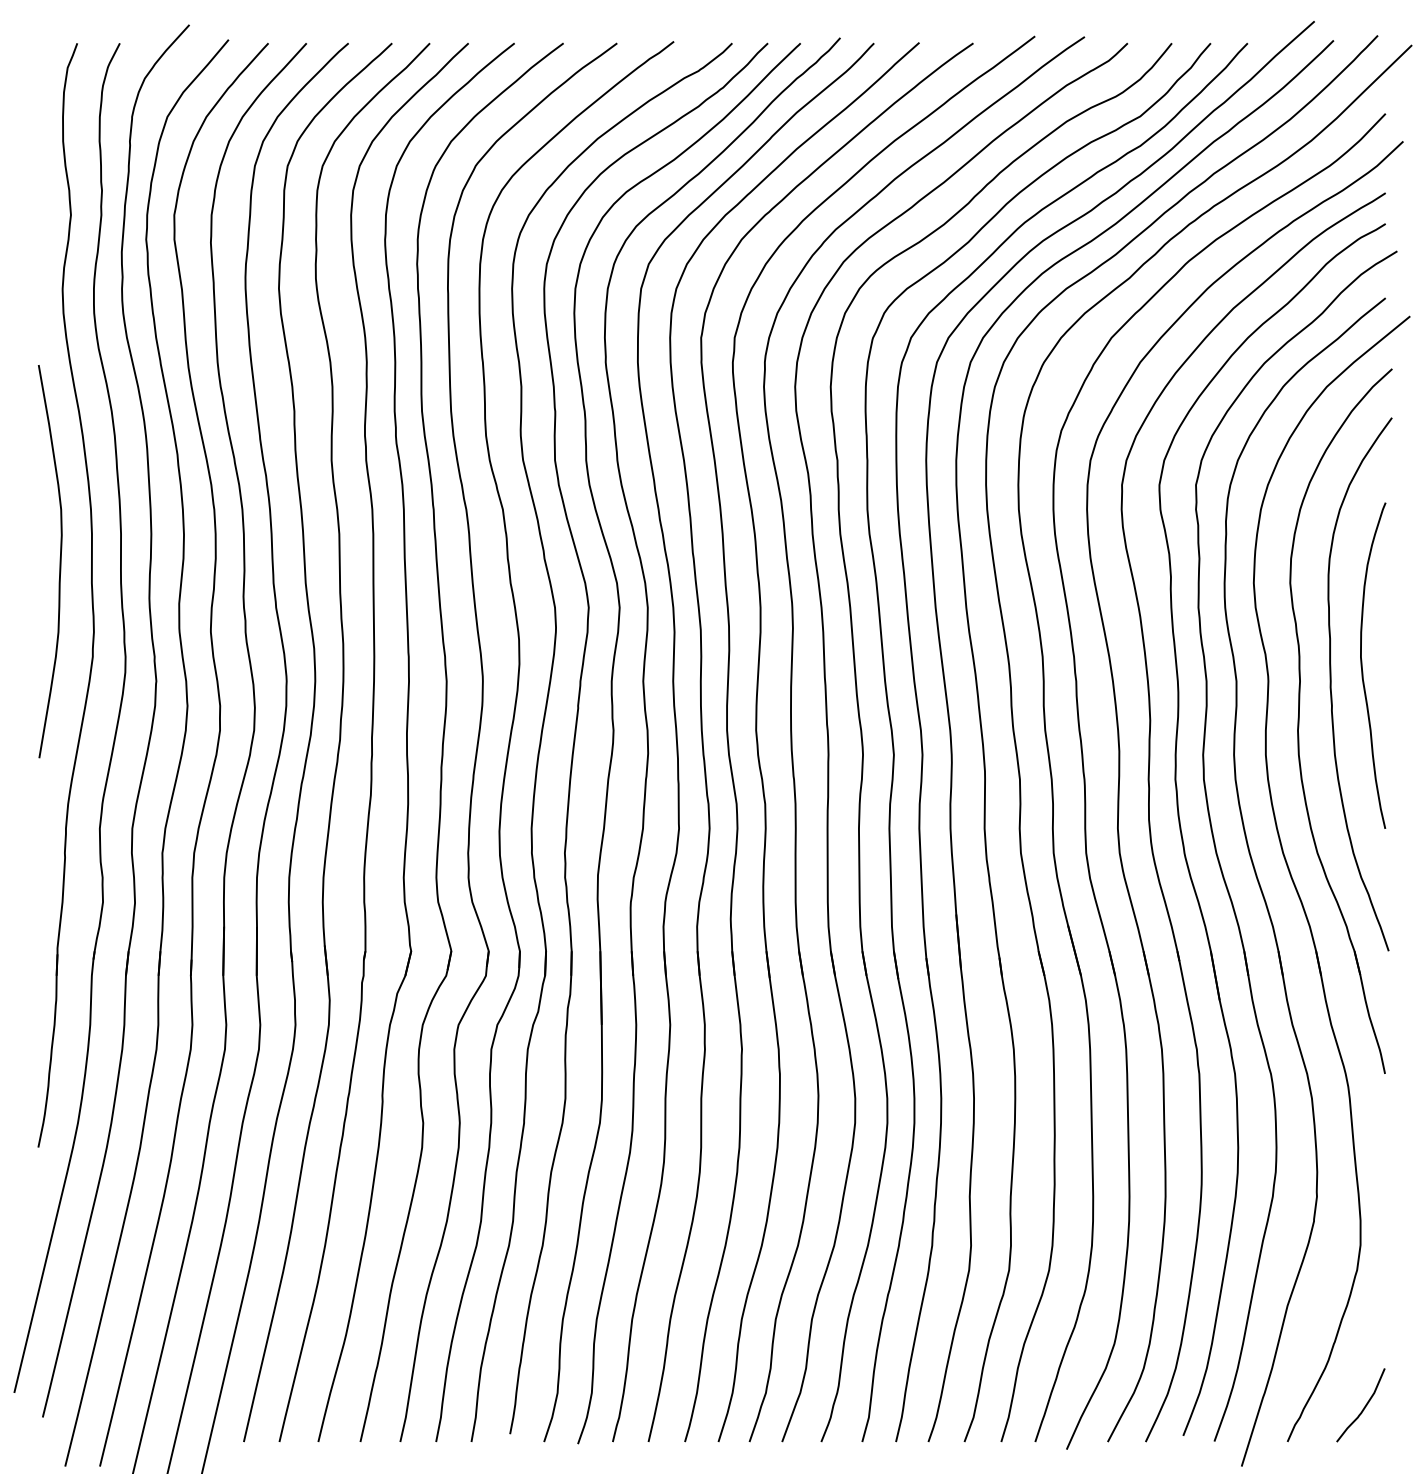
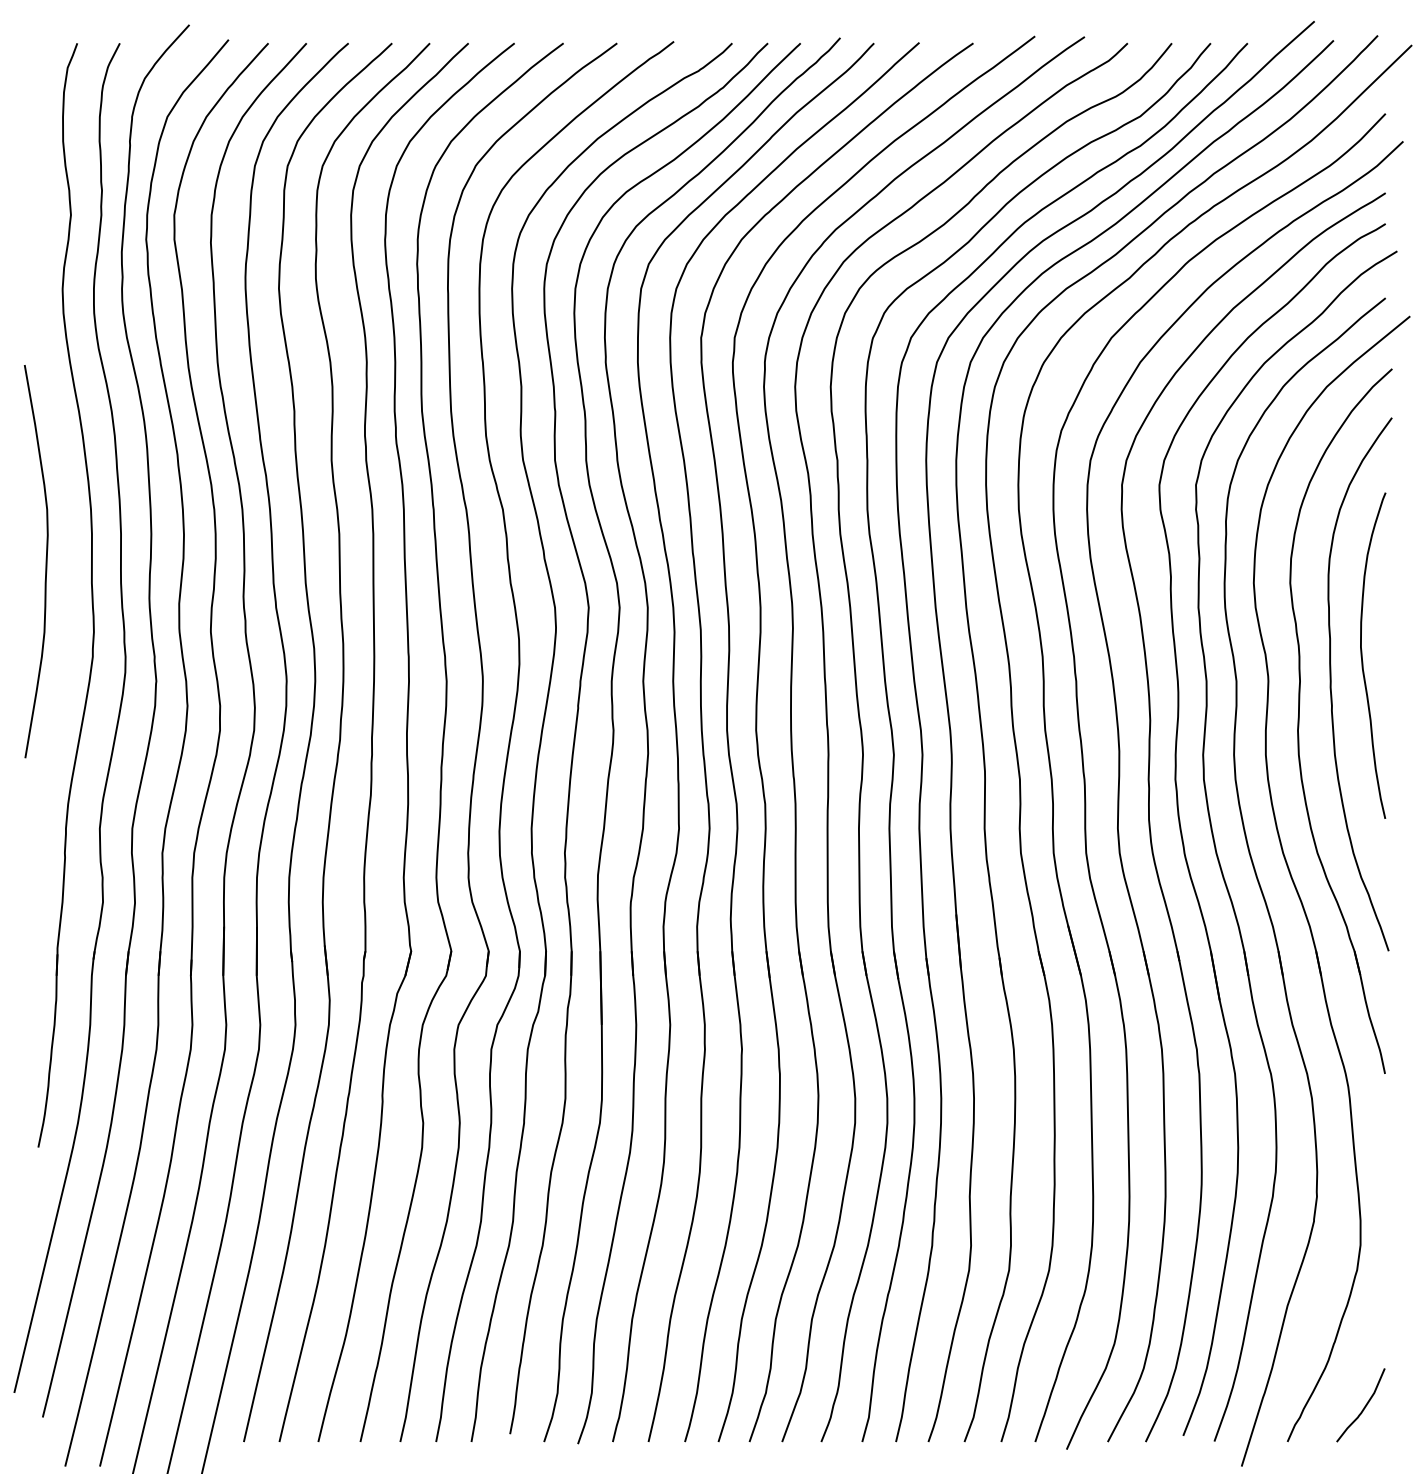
curve at (59, 561) position: (59, 561) -> (45, 561)
curve at (1362, 665) position: (1362, 665) -> (1362, 655)
